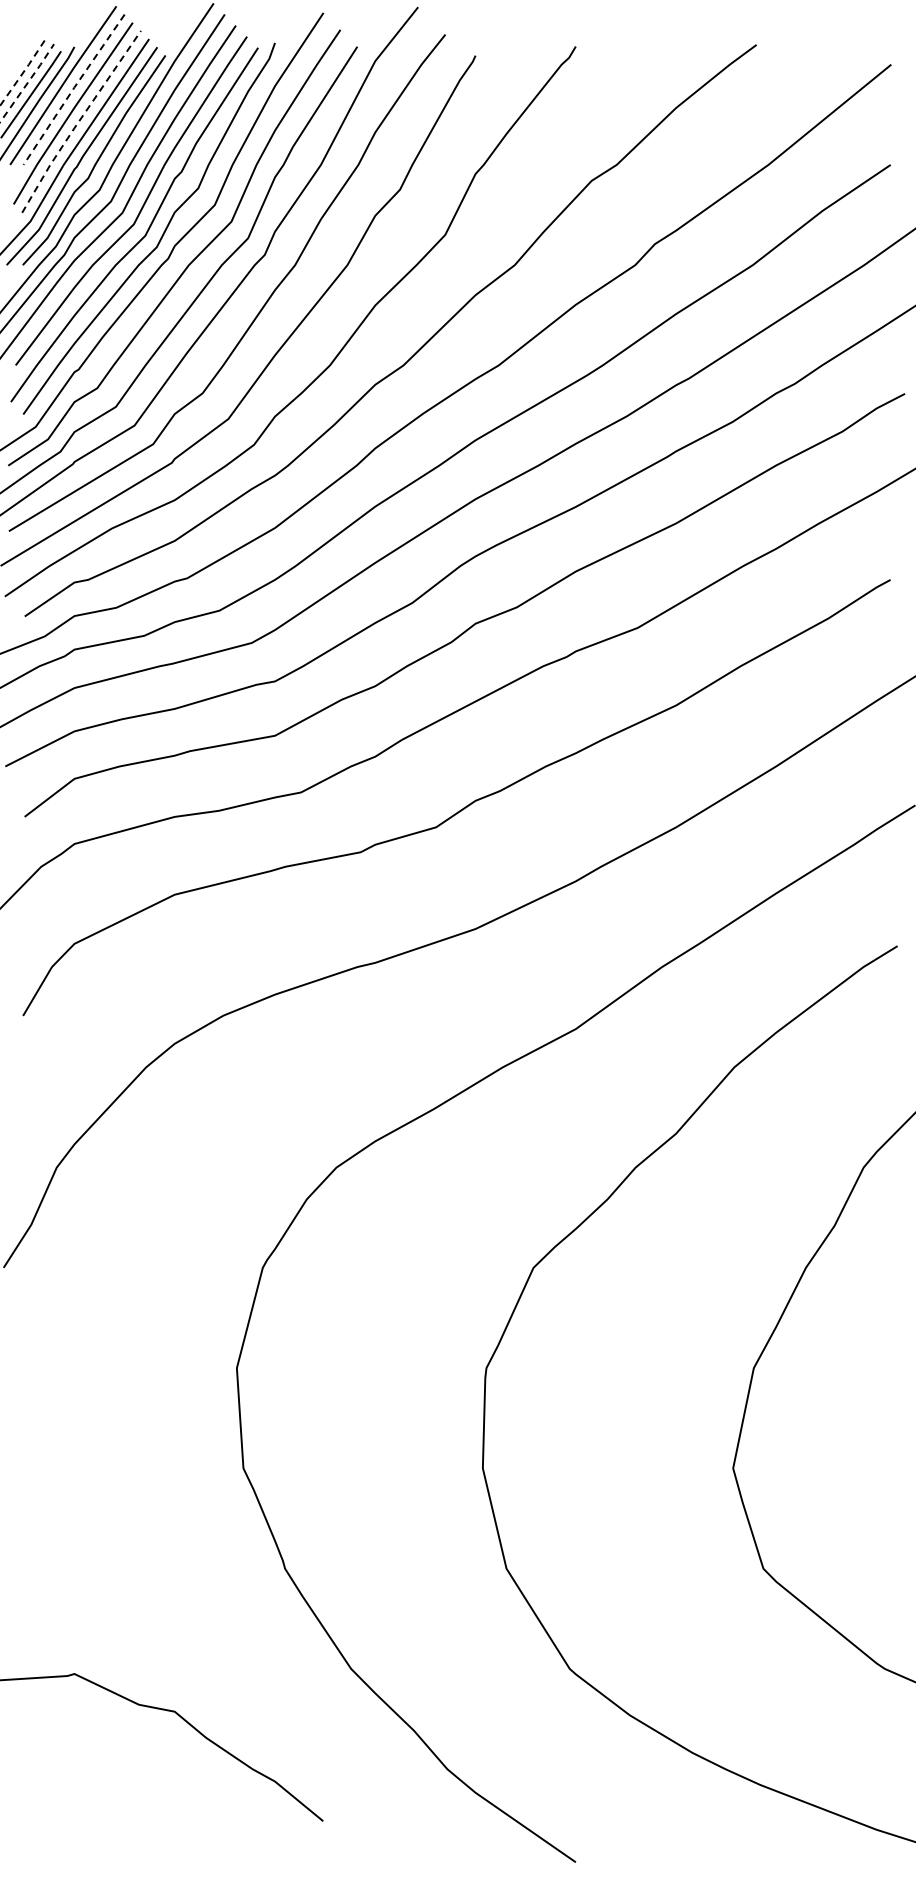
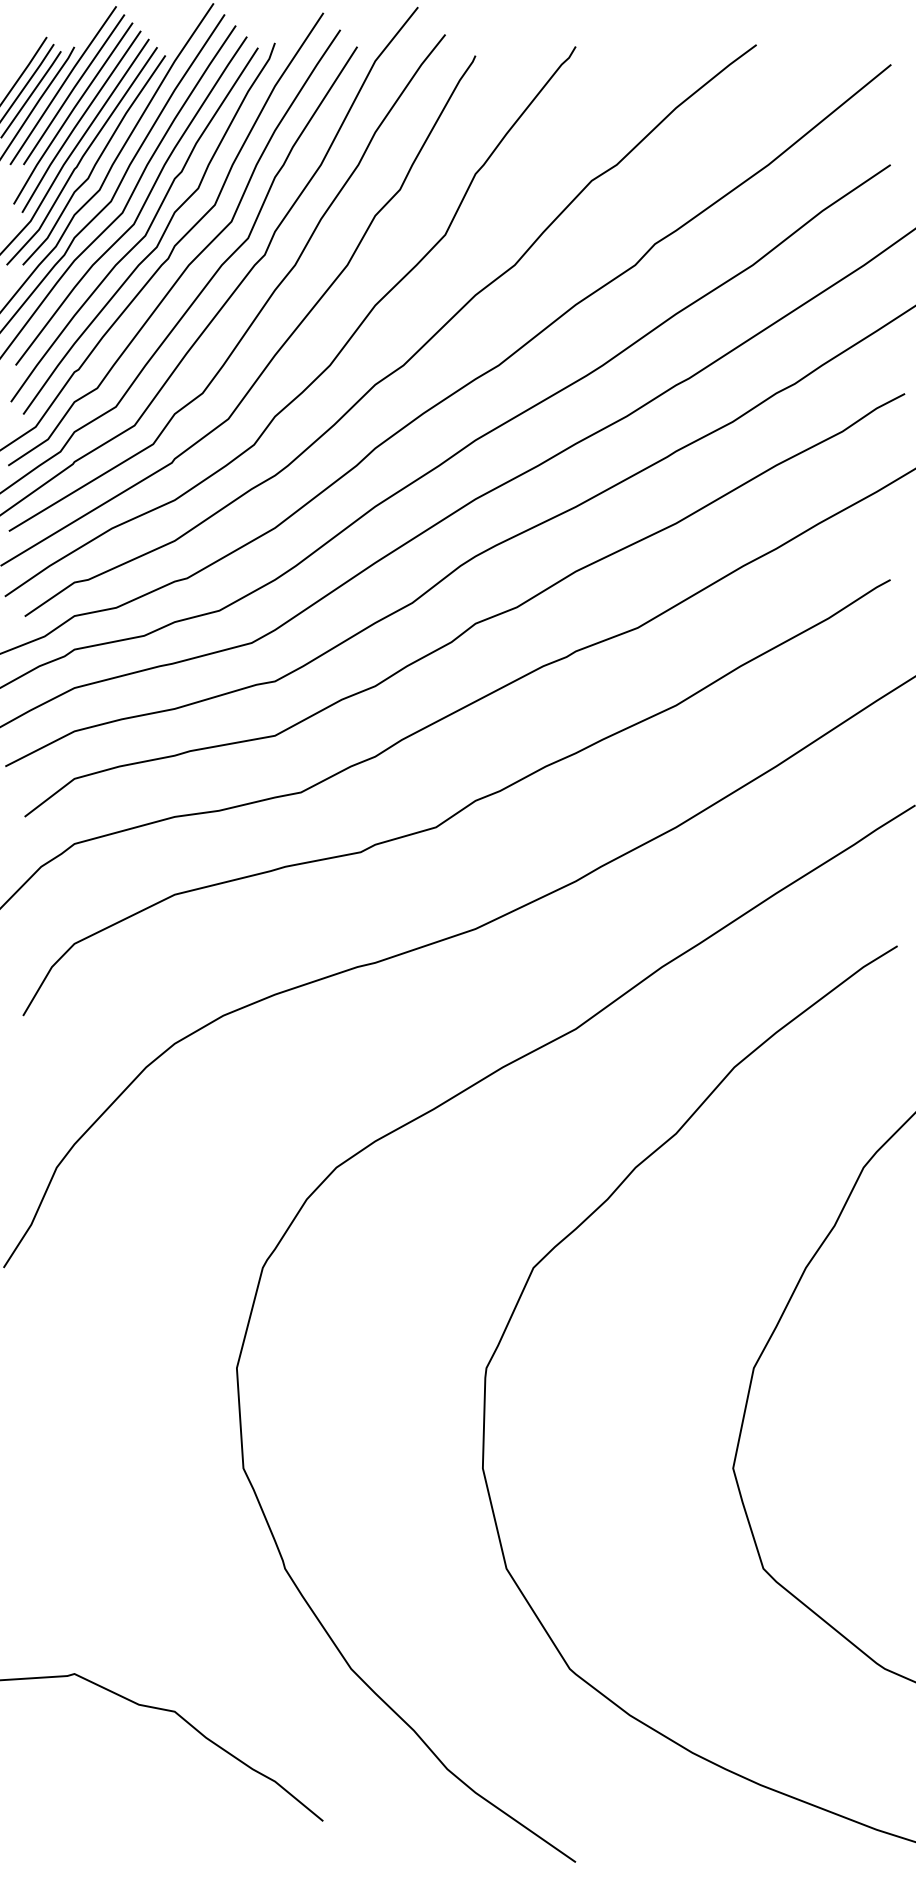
line at (24, 71): dashed -> solid
line at (28, 82): dashed -> solid
line at (73, 89): dashed -> solid
line at (79, 121): dashed -> solid
